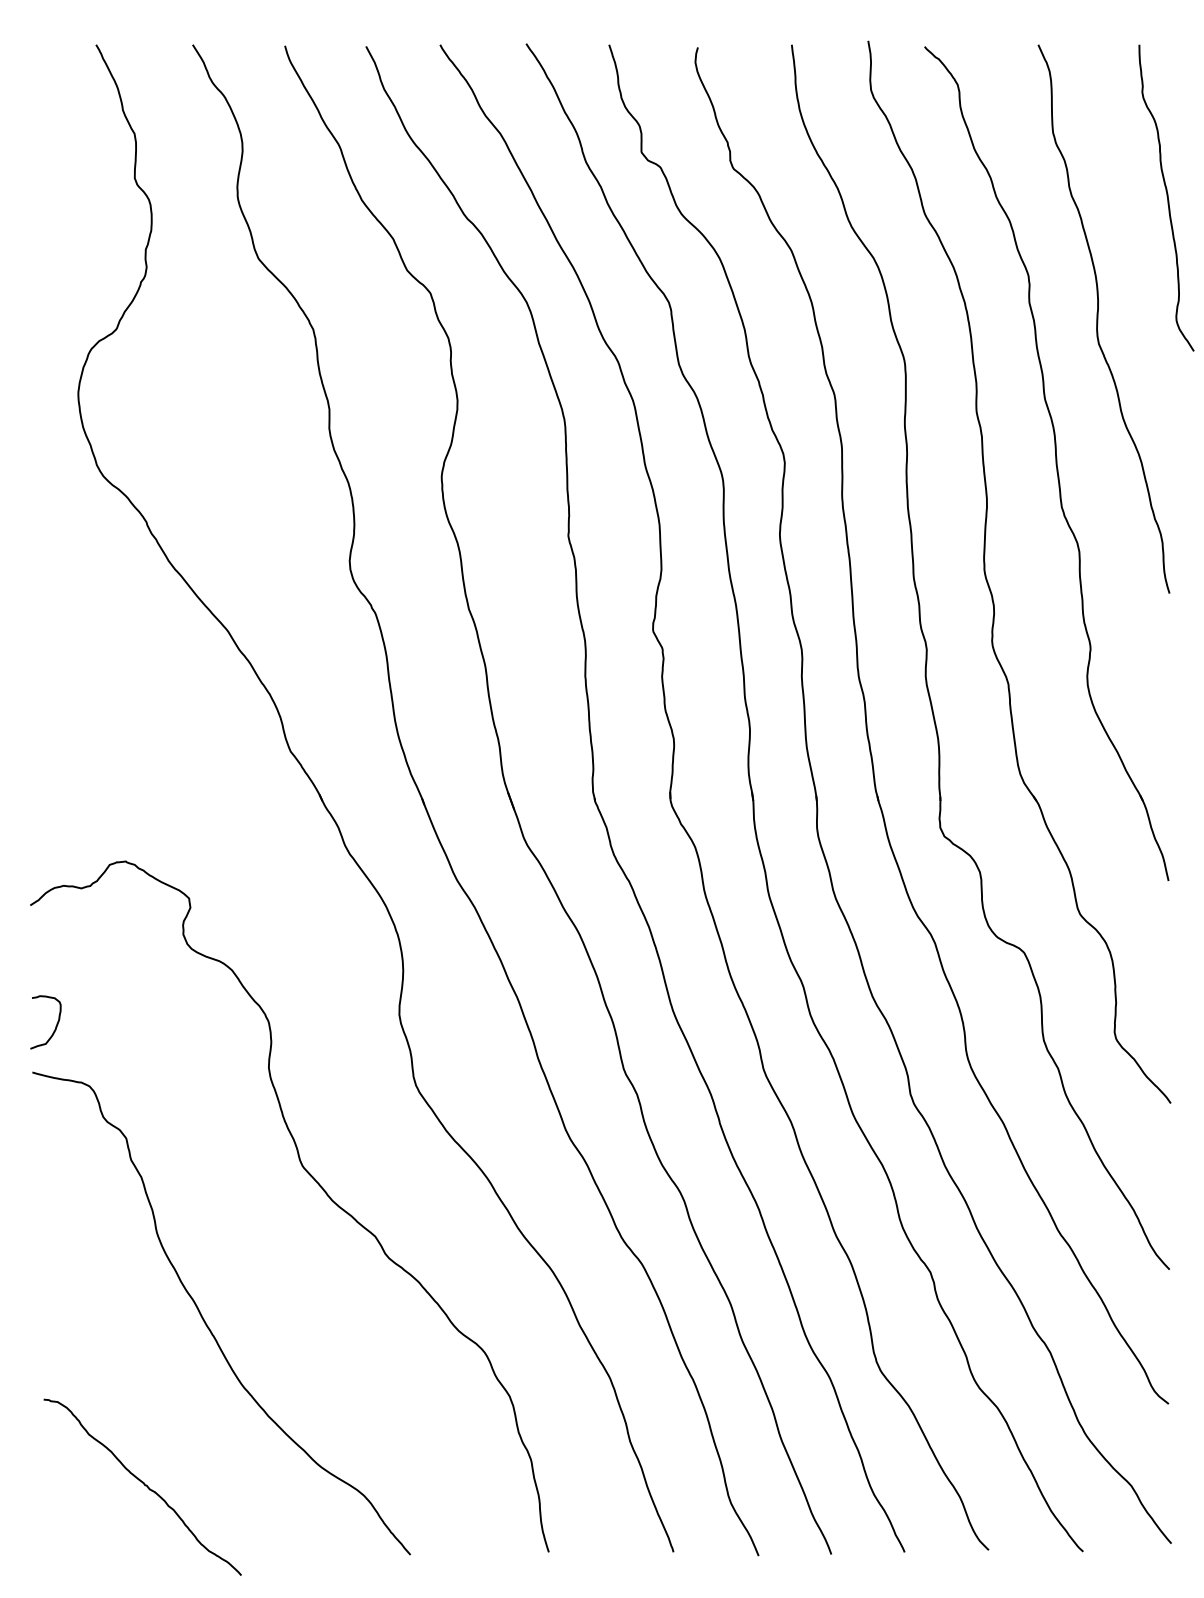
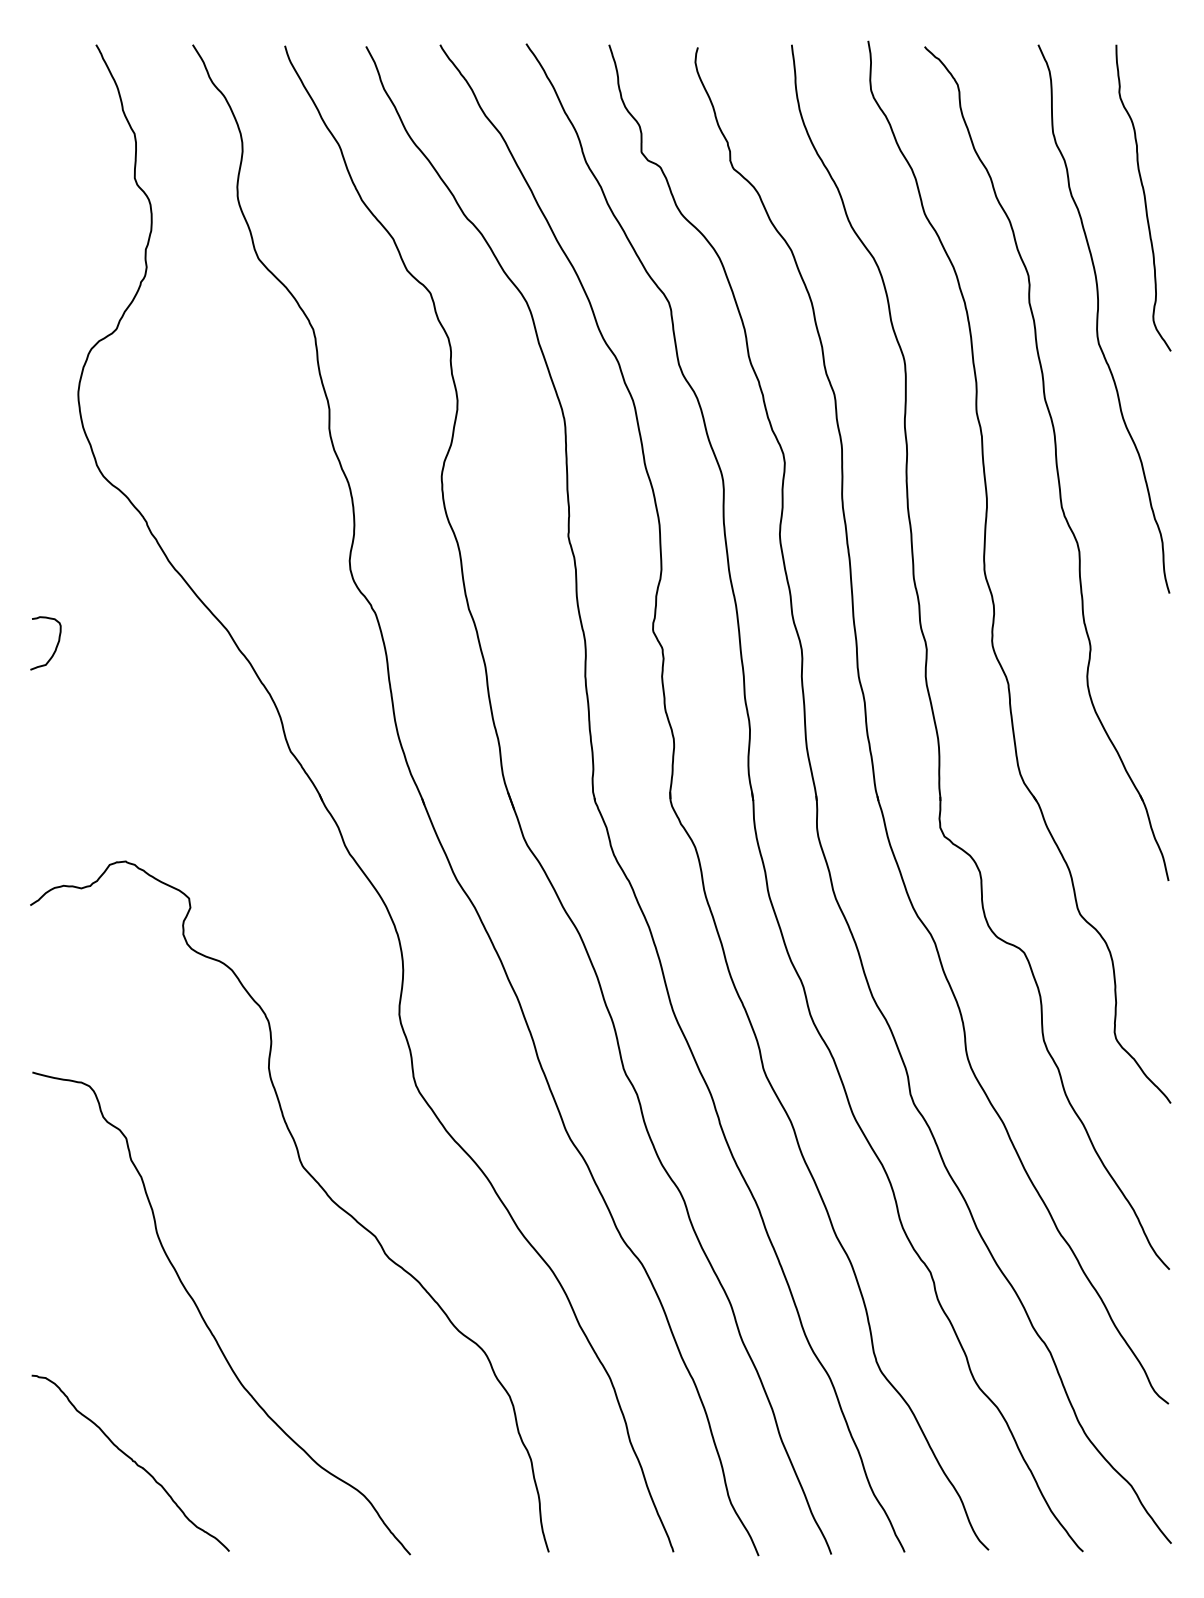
curve at (1166, 196) position: (1166, 196) -> (1143, 196)
curve at (55, 1026) position: (55, 1026) -> (55, 647)
curve at (143, 1484) position: (143, 1484) -> (131, 1460)
